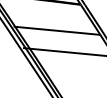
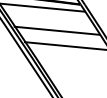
line at (43, 7): none -> present
line at (63, 51) position: (63, 51) -> (63, 45)
